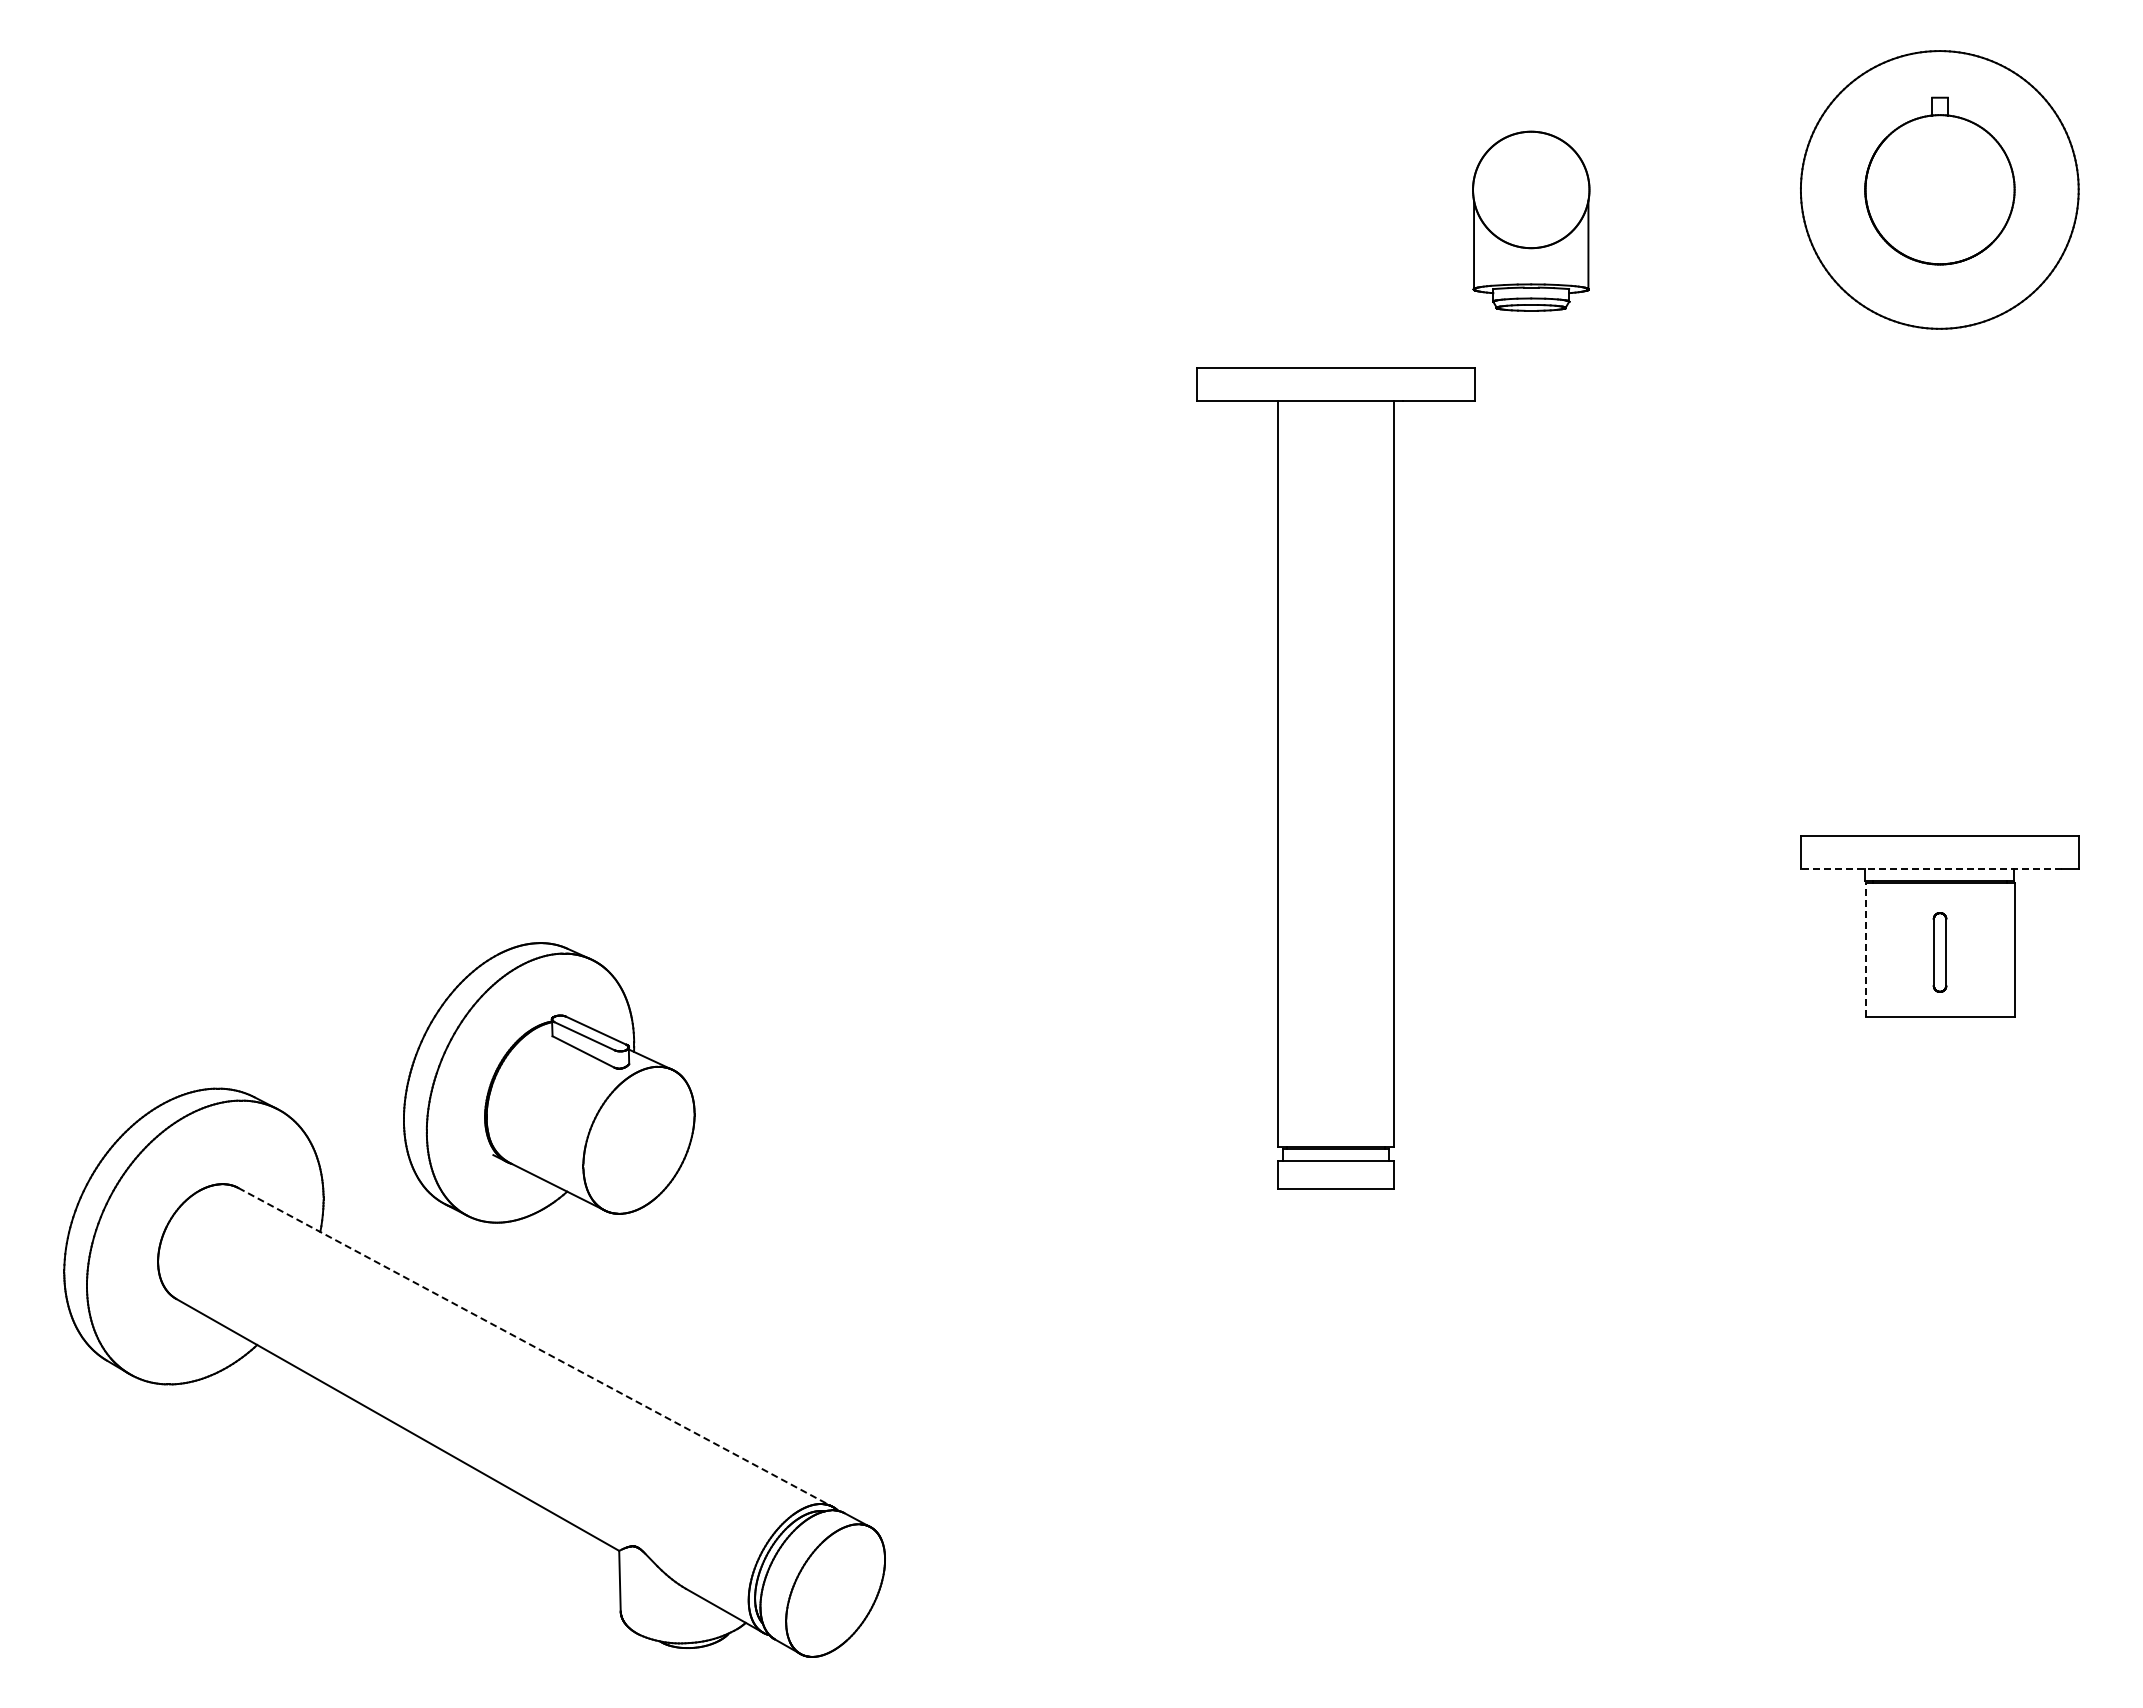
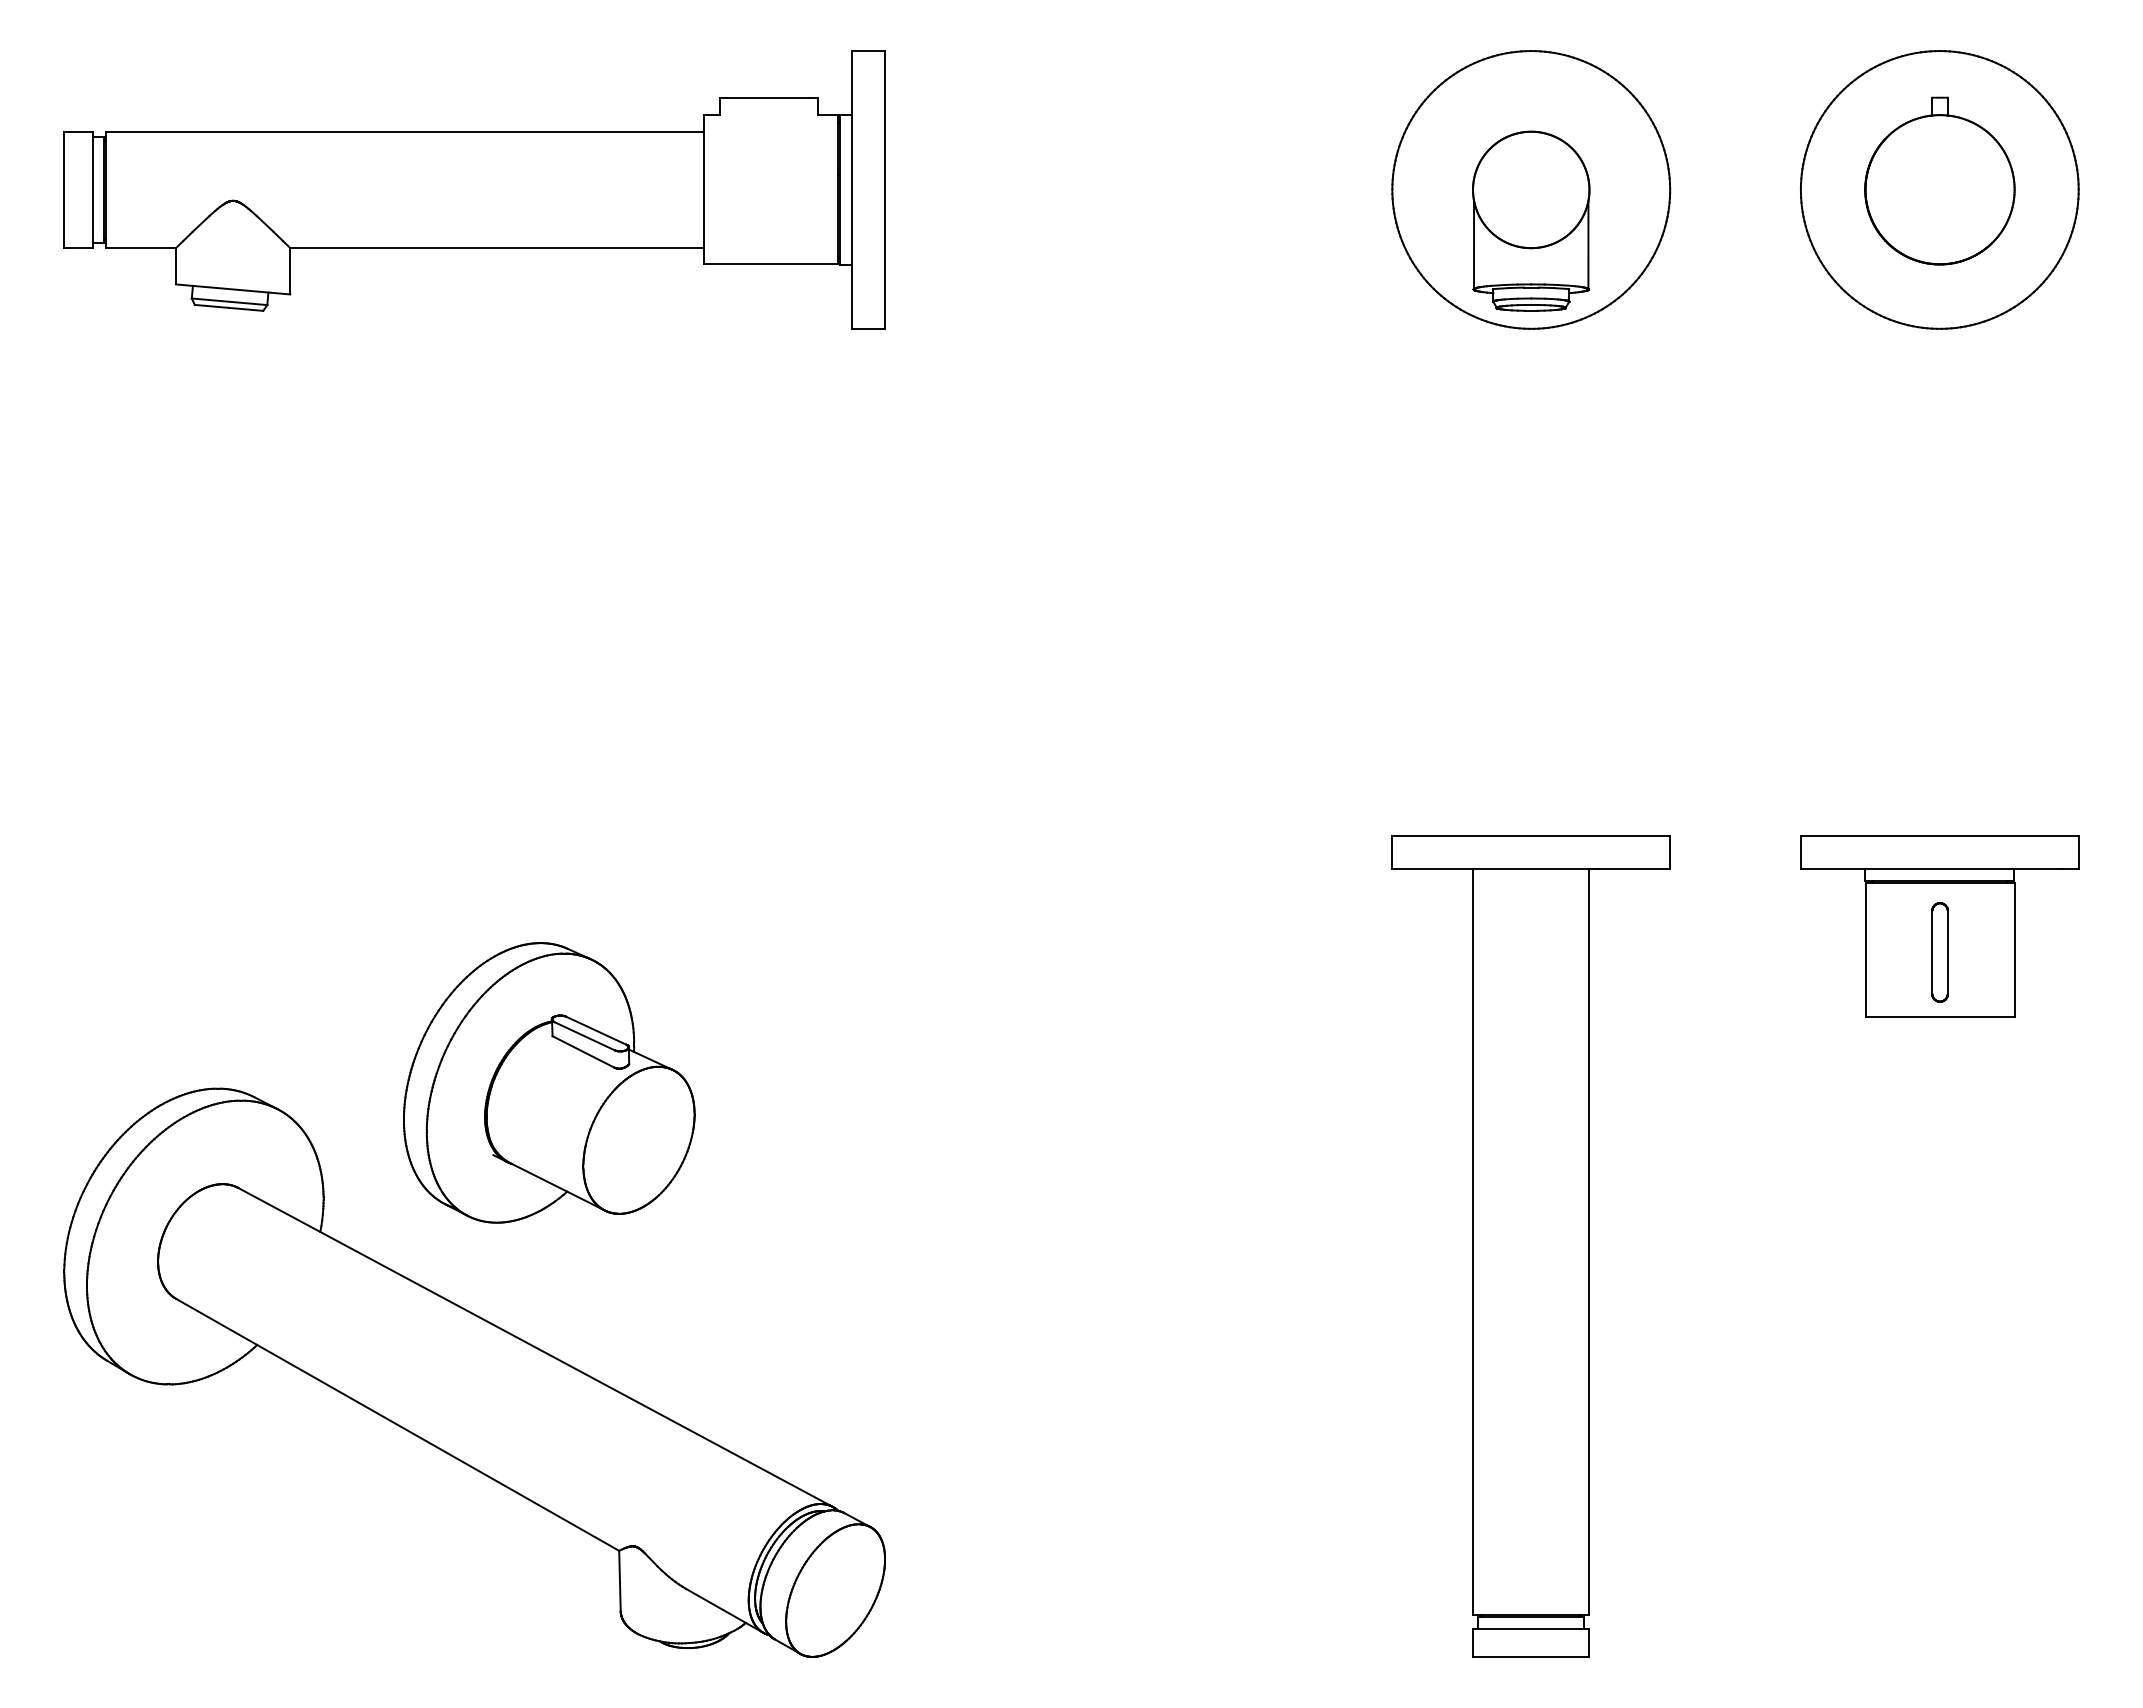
part at (474, 189): none -> present
part at (1531, 189): none -> present
part at (1335, 778) position: (1335, 778) -> (1530, 1246)
line at (1930, 868): dashed -> solid
line at (1865, 949): dashed -> solid
part at (1939, 952) size: 16x81 px -> 18x101 px
line at (535, 1347): dashed -> solid
